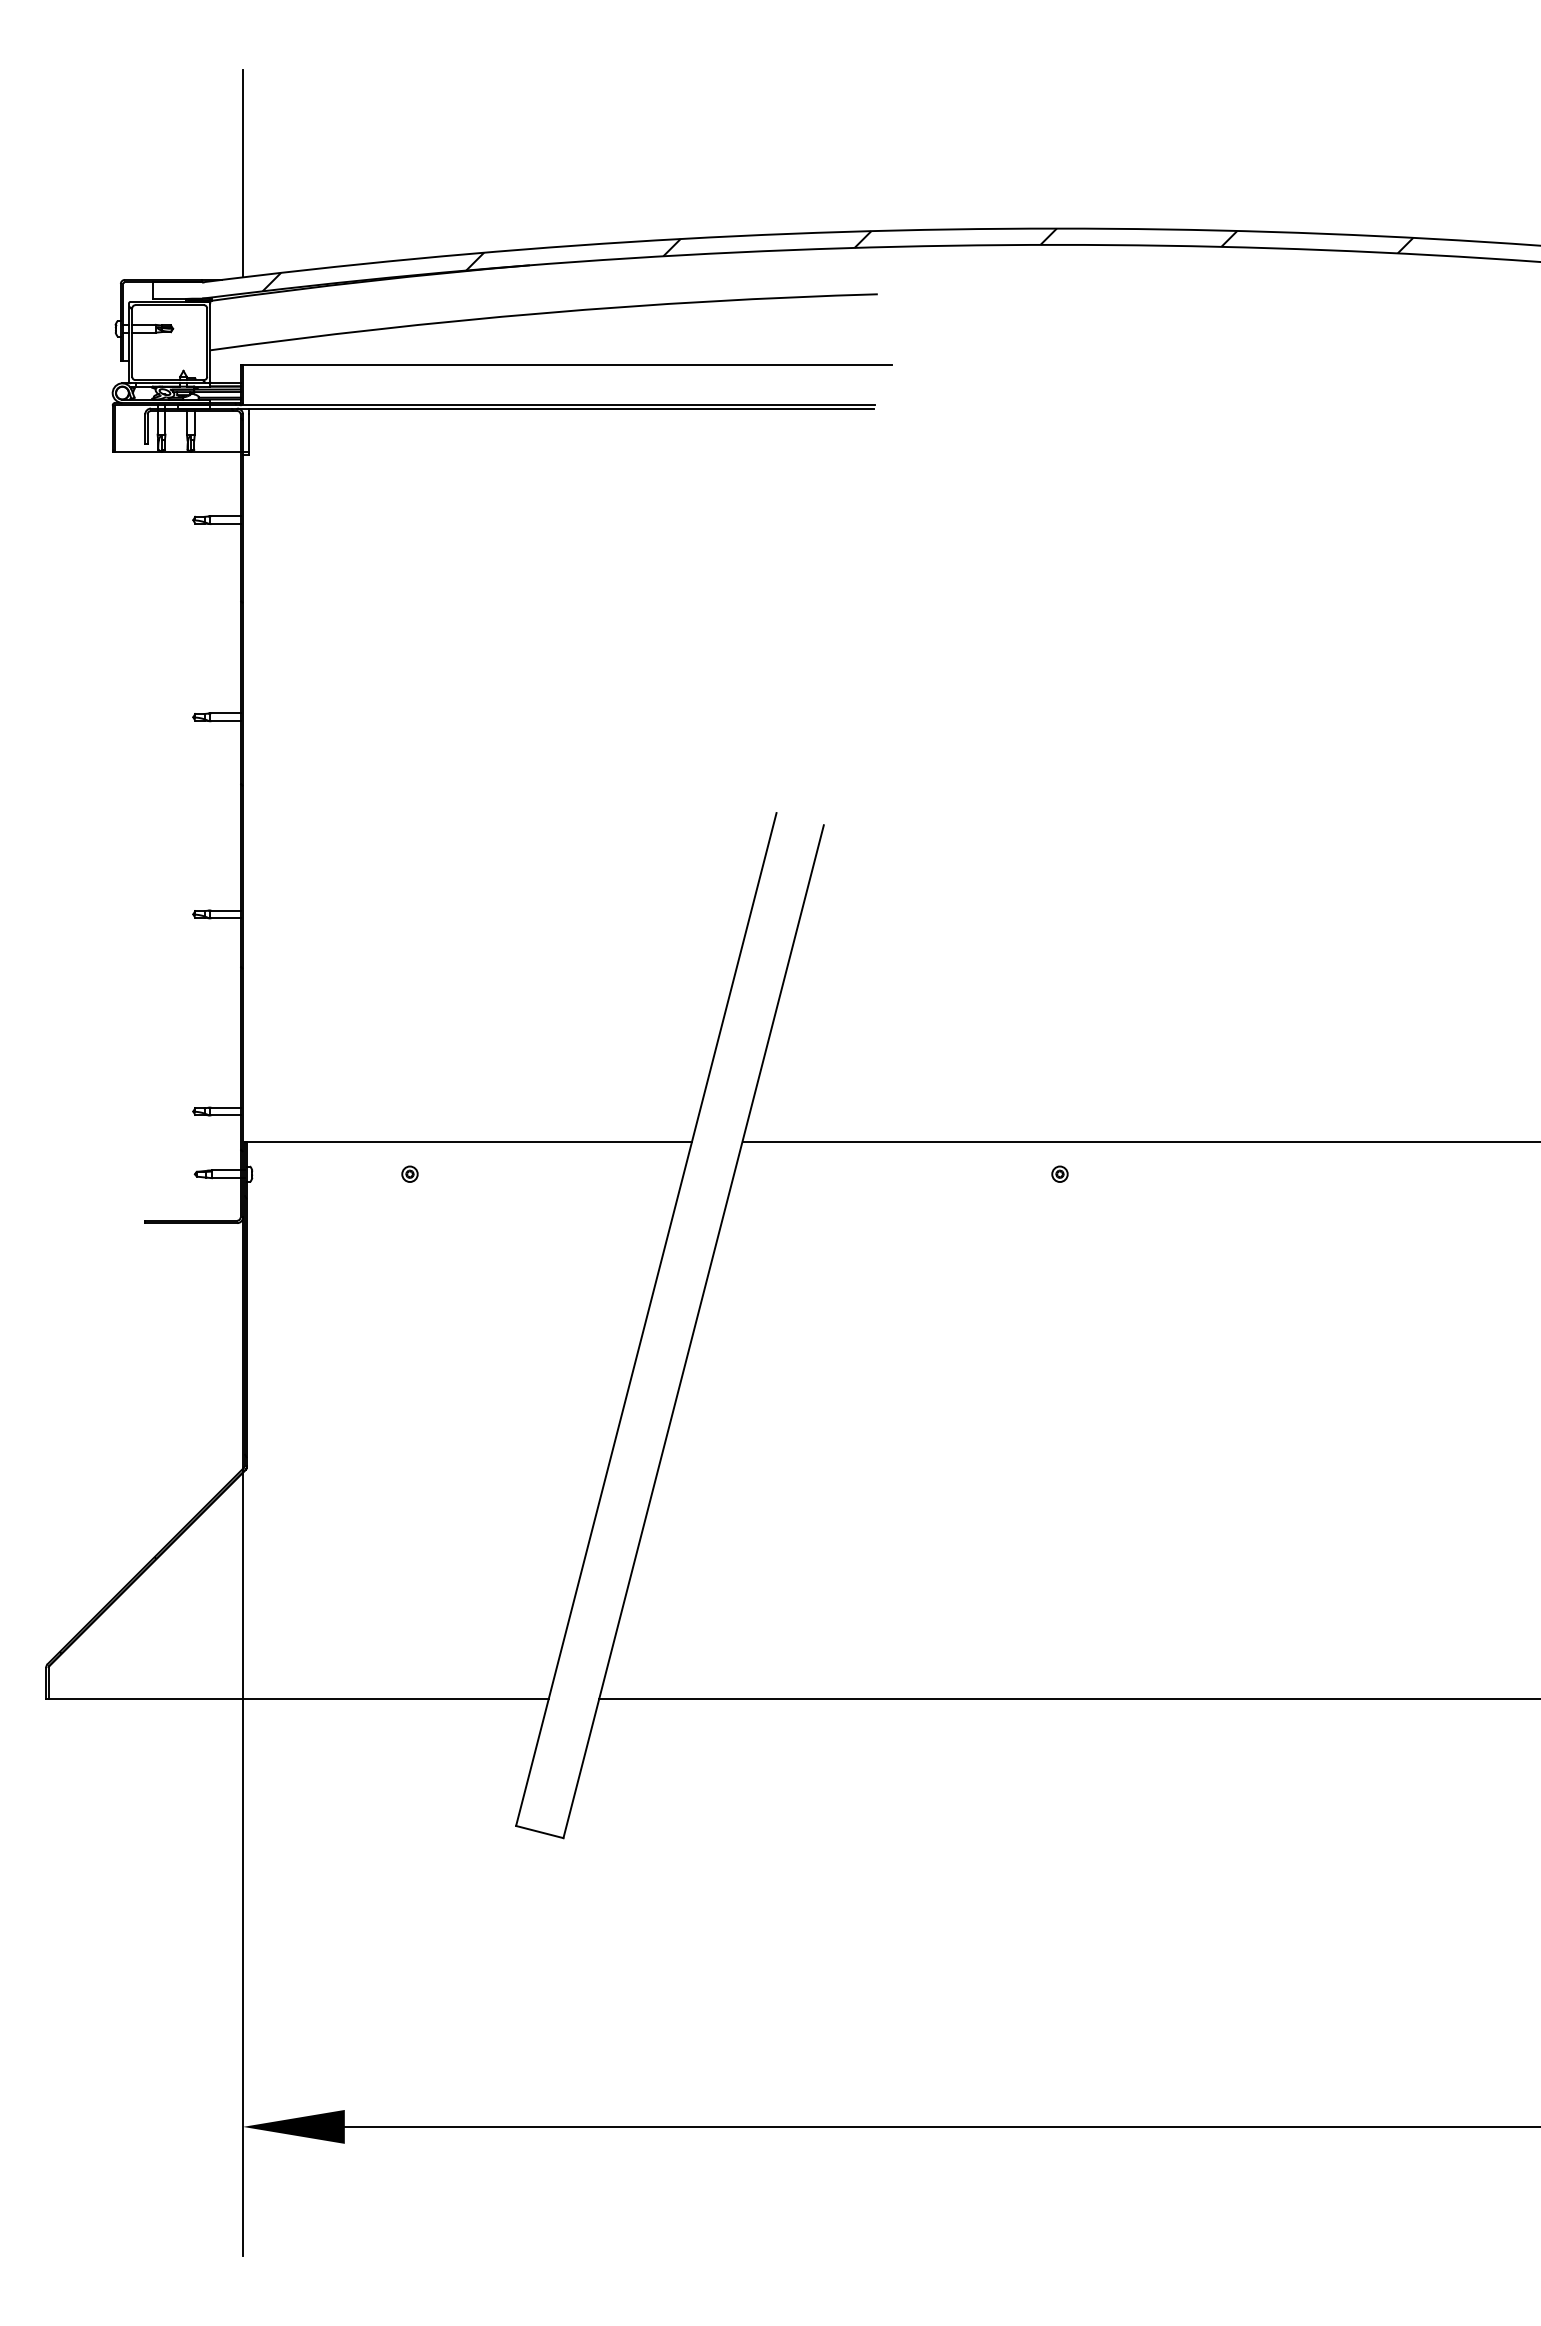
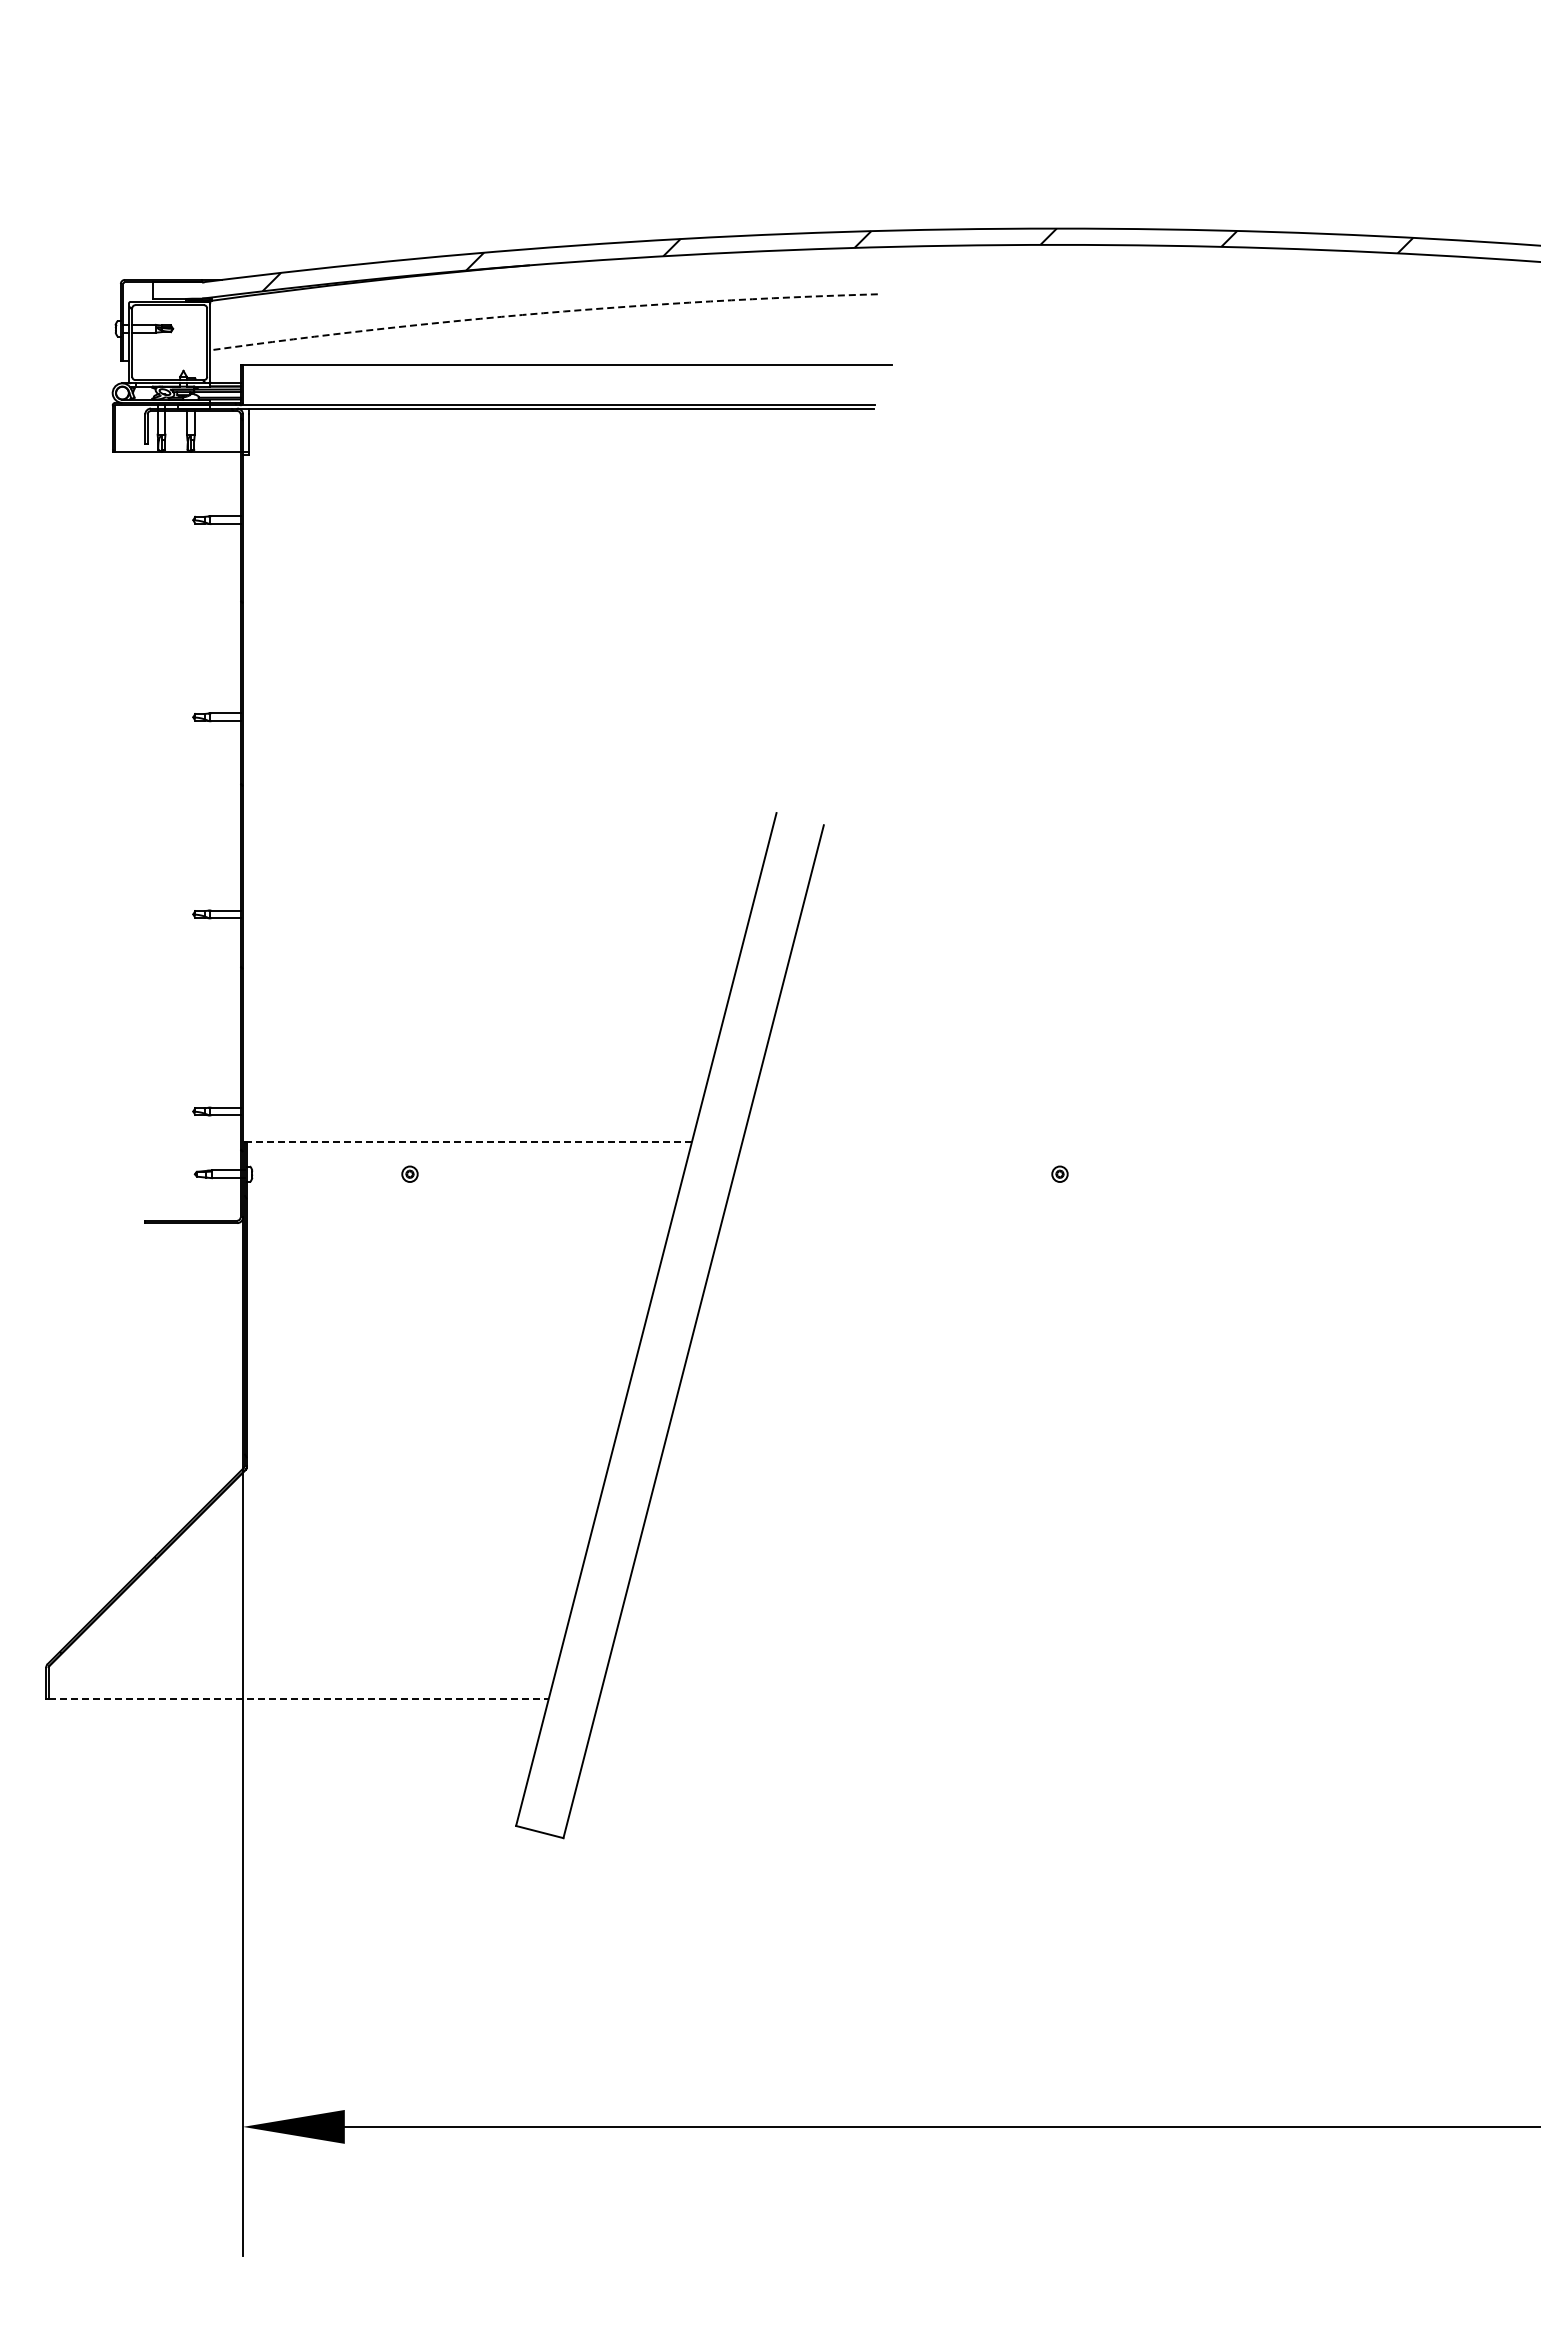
line at (243, 173): present -> none
arc at (543, 313): solid -> dashed
line at (469, 1141): solid -> dashed
line at (1139, 1141): present -> none
line at (299, 1698): solid -> dashed
line at (1068, 1698): present -> none
